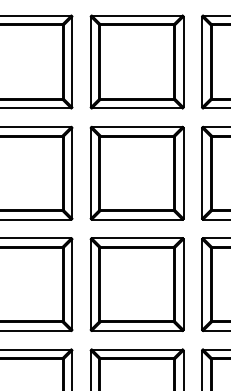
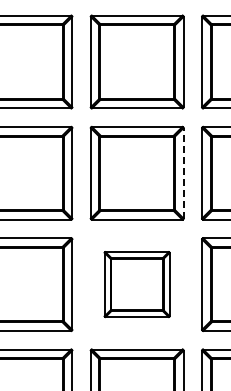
line at (183, 172): solid -> dashed
part at (136, 284) size: 96x95 px -> 68x68 px
